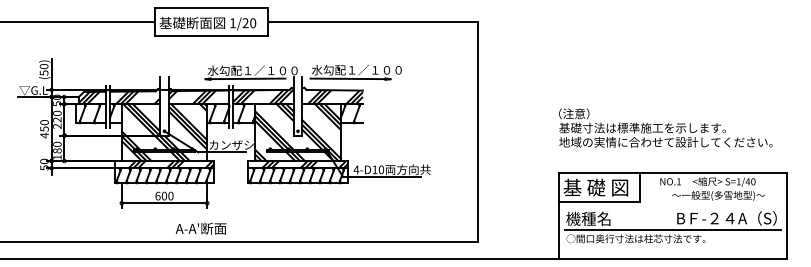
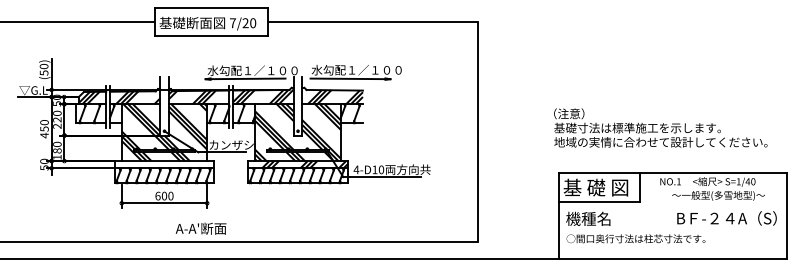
text at (232, 23): 1/20 -> 7/20
text at (665, 127) position: (665, 127) -> (660, 127)
hatch at (171, 164): present -> none
line at (672, 230): present -> none
